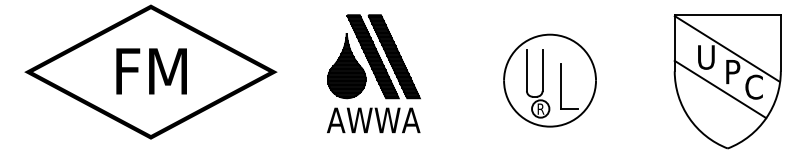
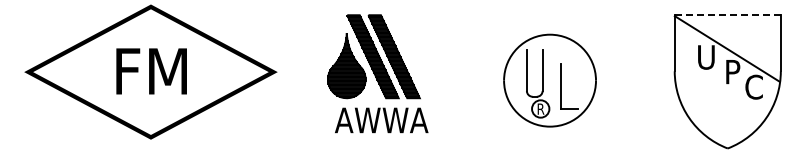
line at (727, 14): solid -> dashed
line at (720, 89): present -> none
text at (373, 120) position: (373, 120) -> (381, 120)
